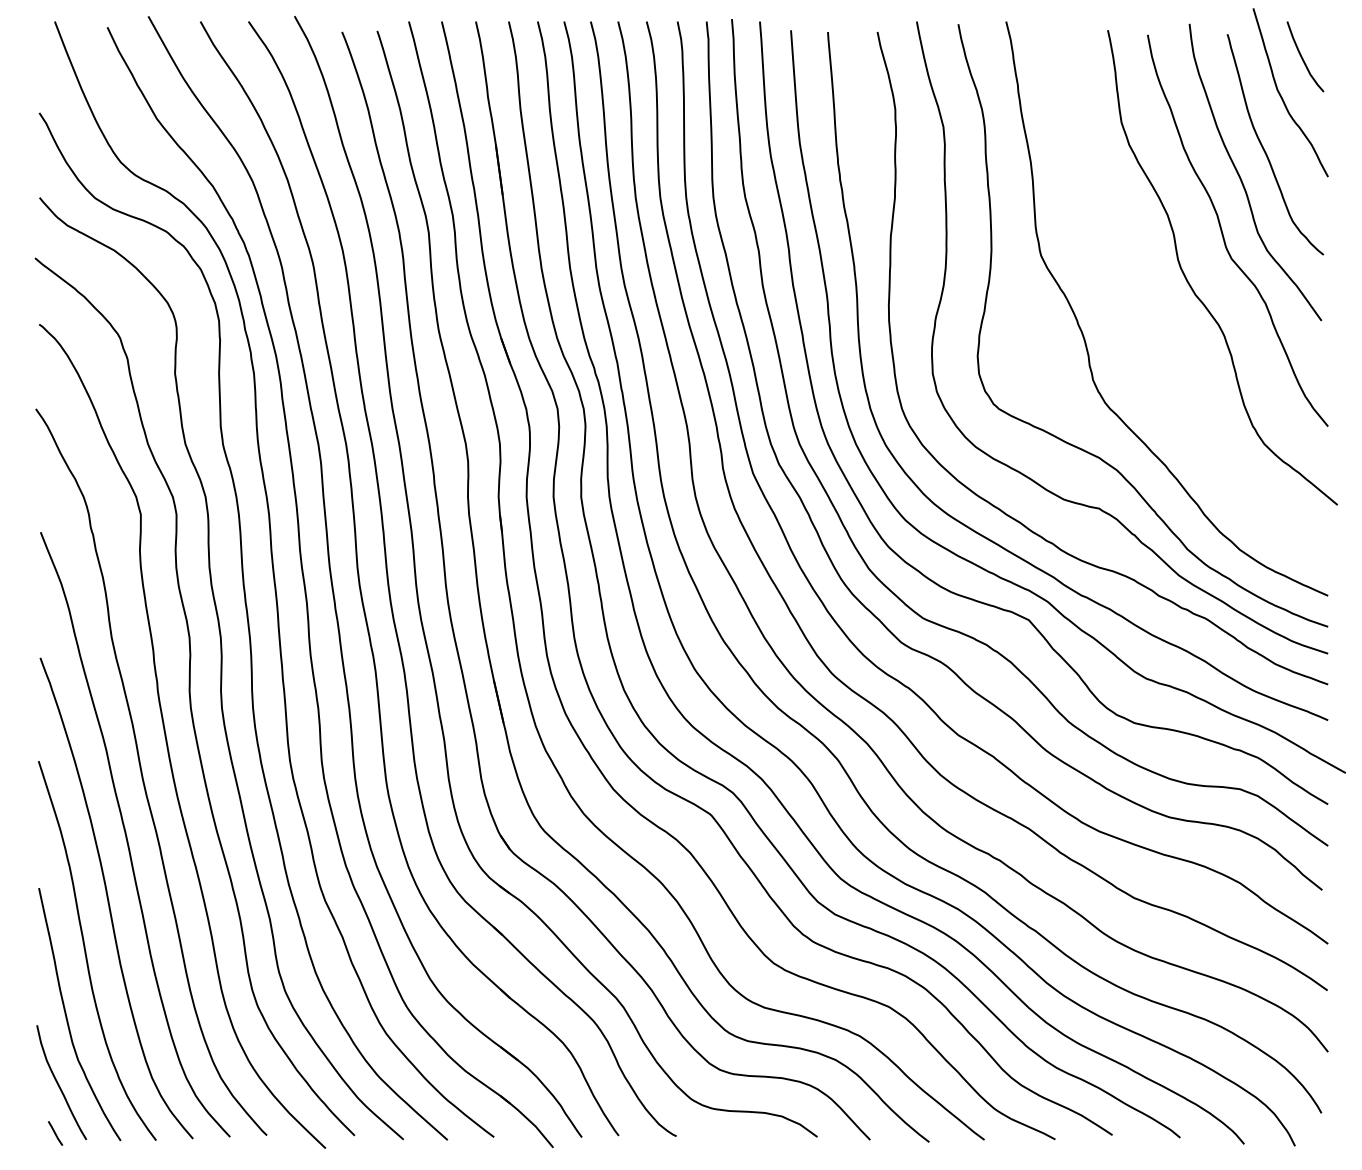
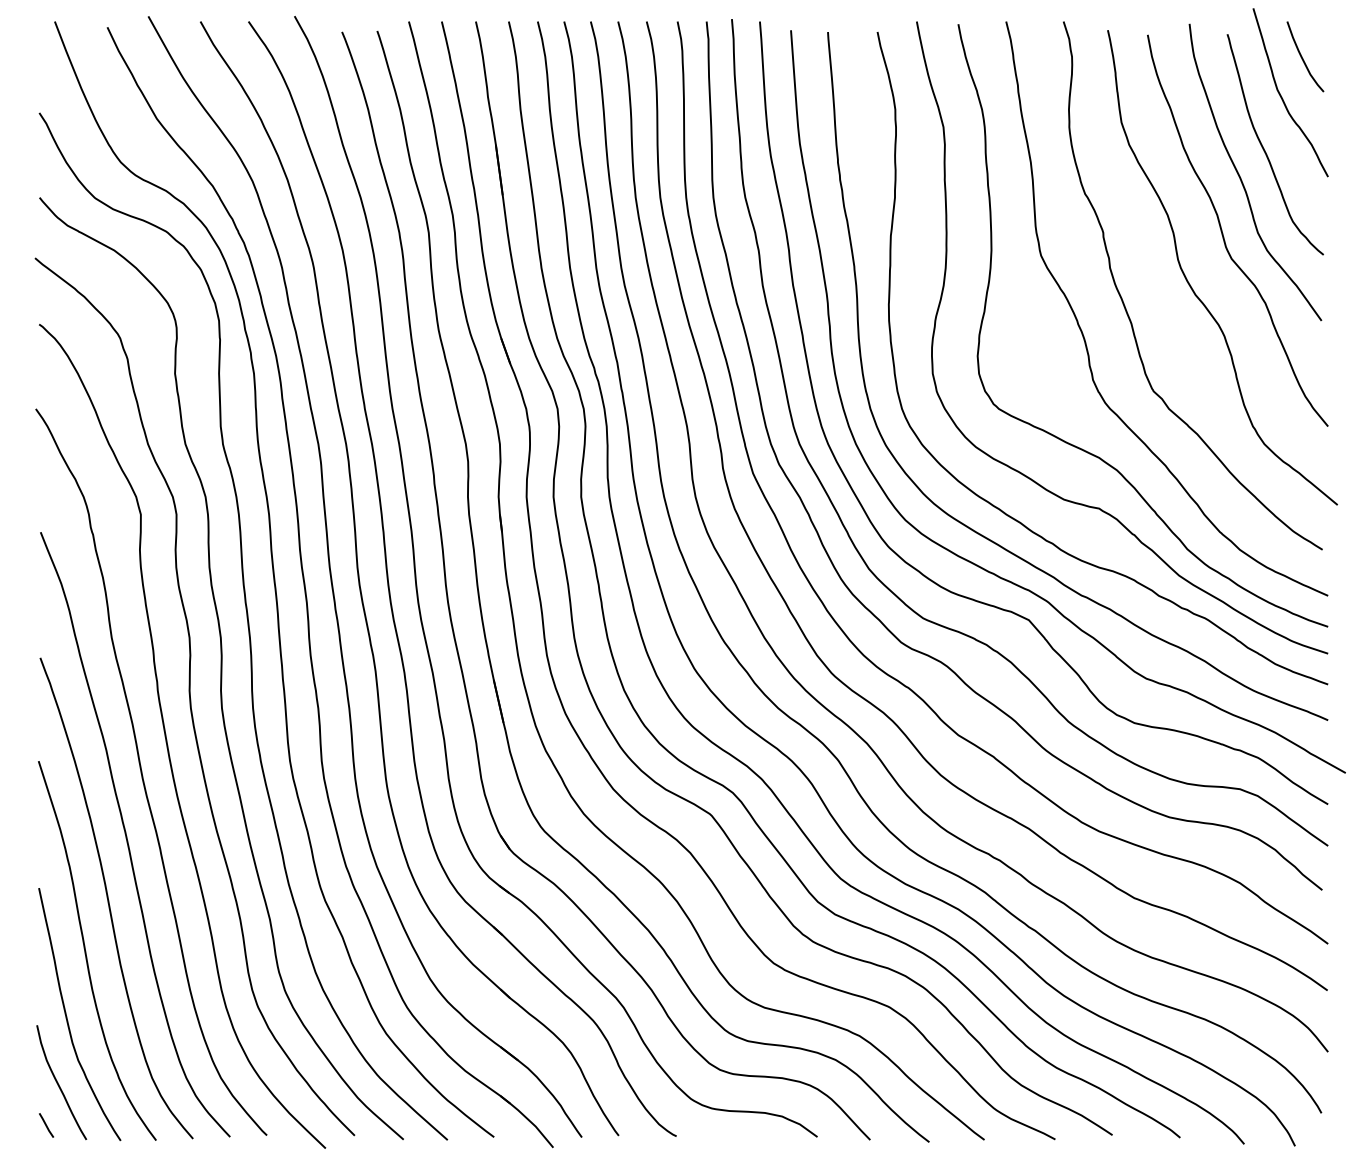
curve at (1127, 310): none -> present
line at (55, 1133) position: (55, 1133) -> (46, 1125)
